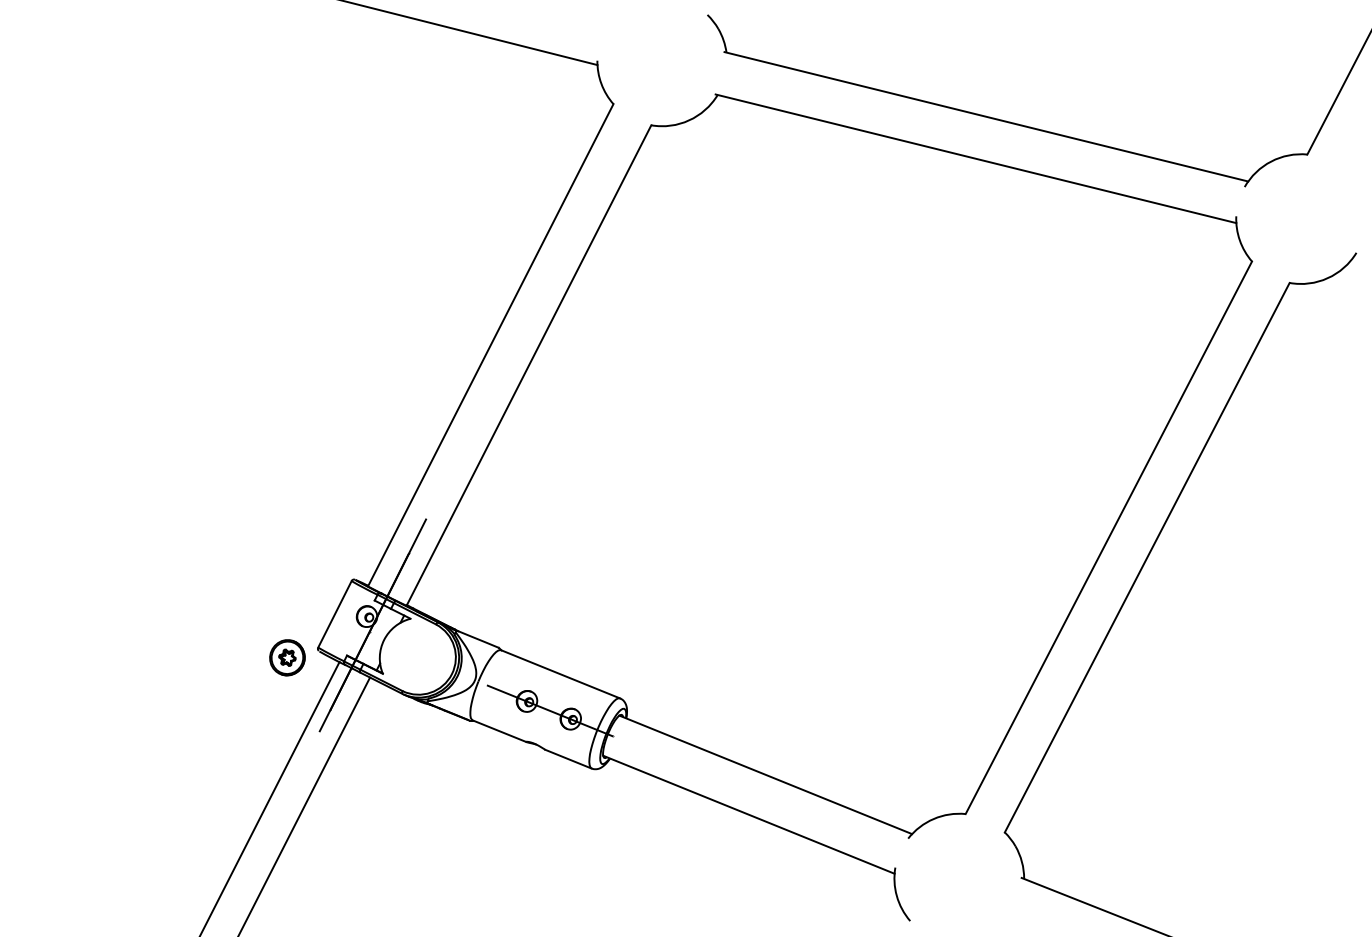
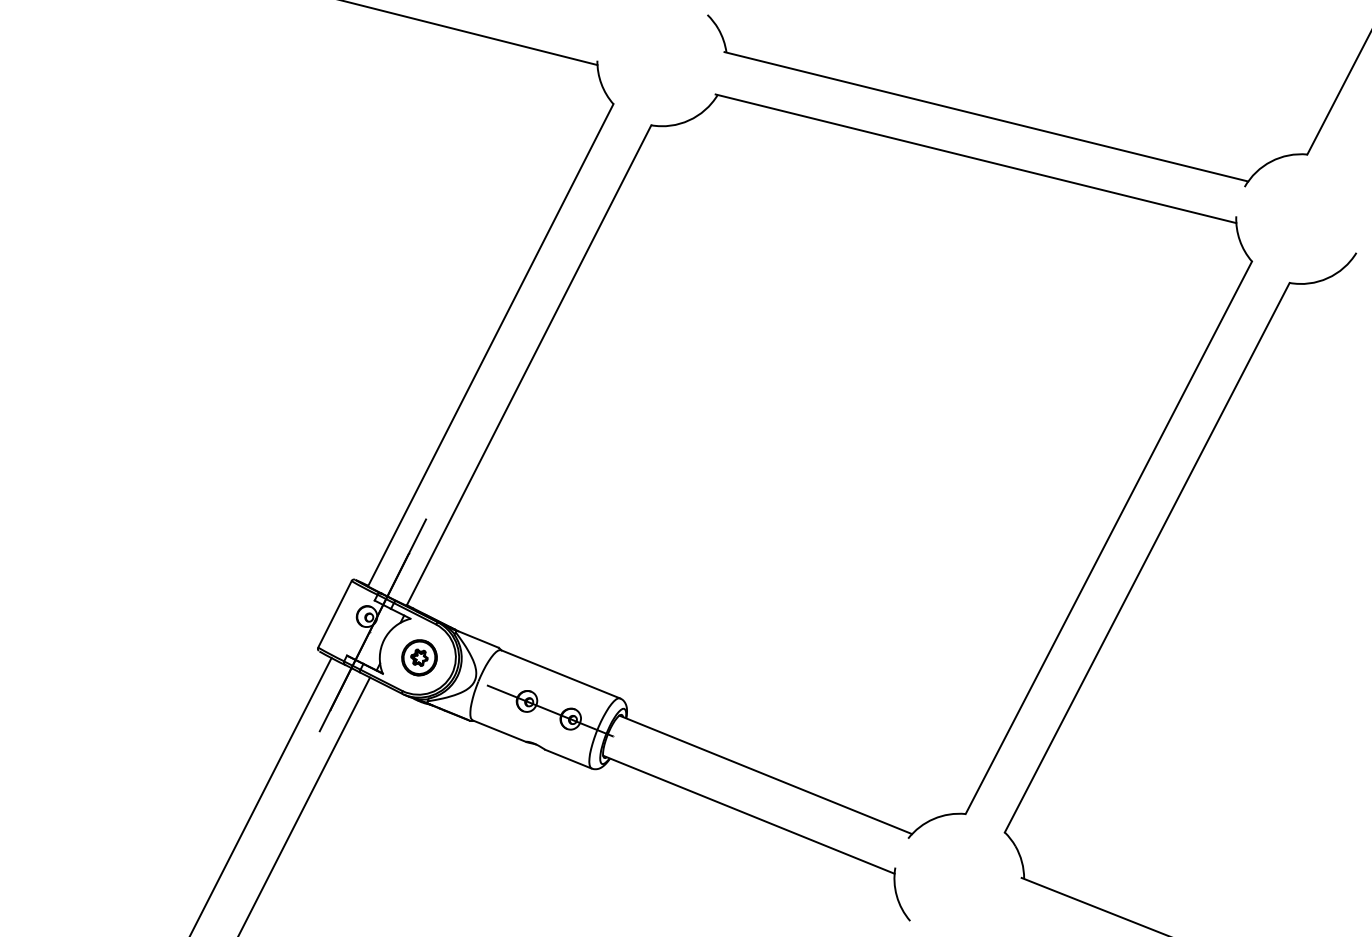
part at (287, 657) position: (287, 657) -> (419, 657)
line at (270, 797) position: (270, 797) -> (261, 795)
